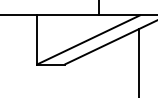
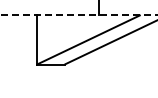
line at (78, 15): solid -> dashed
line at (139, 61): present -> none
